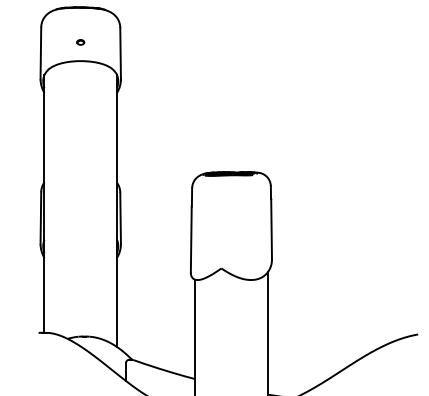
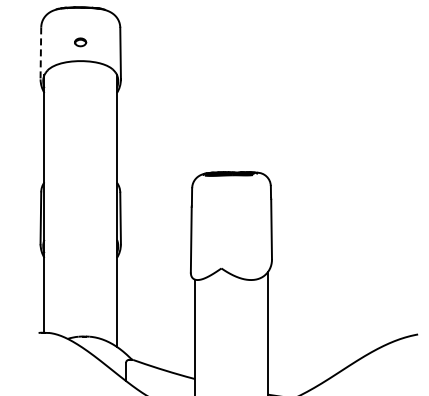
part at (80, 42) size: 10x7 px -> 14x11 px
line at (40, 53): solid -> dashed
